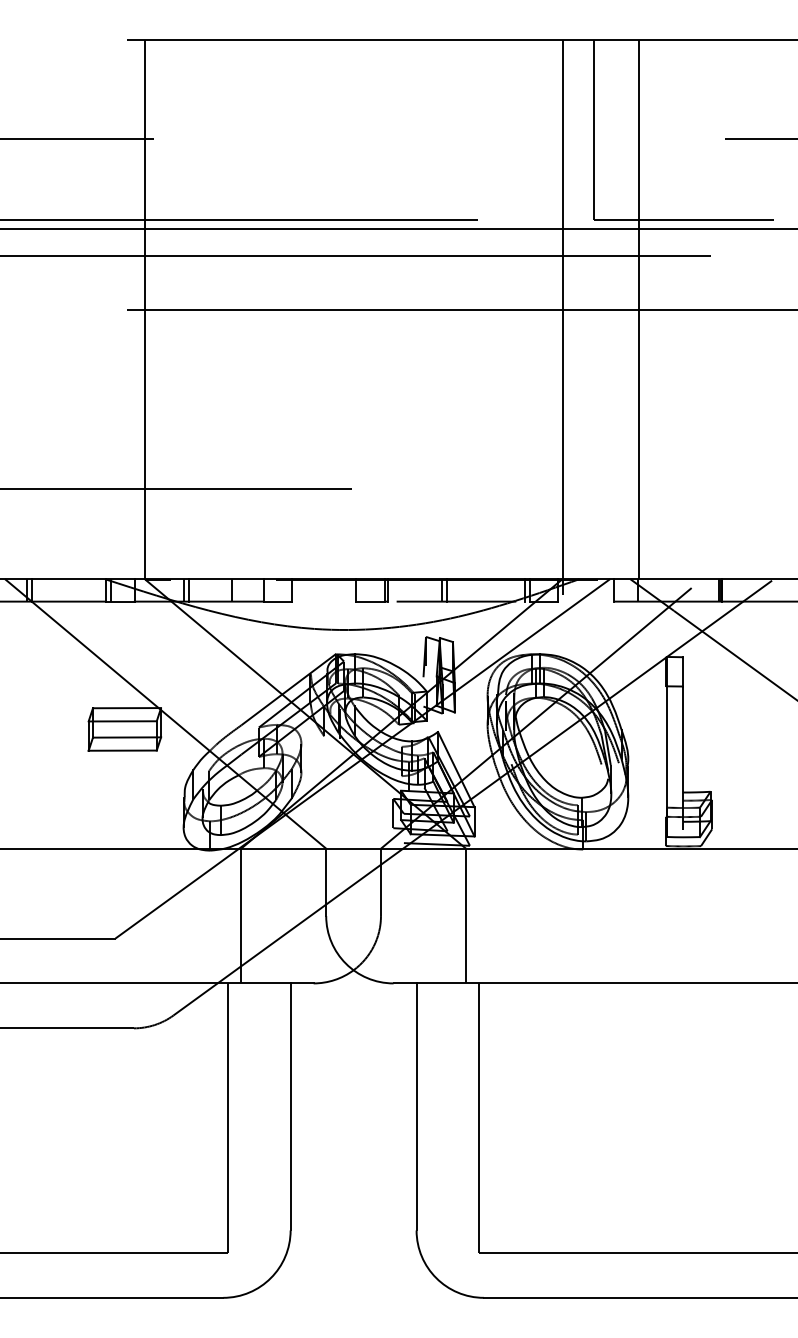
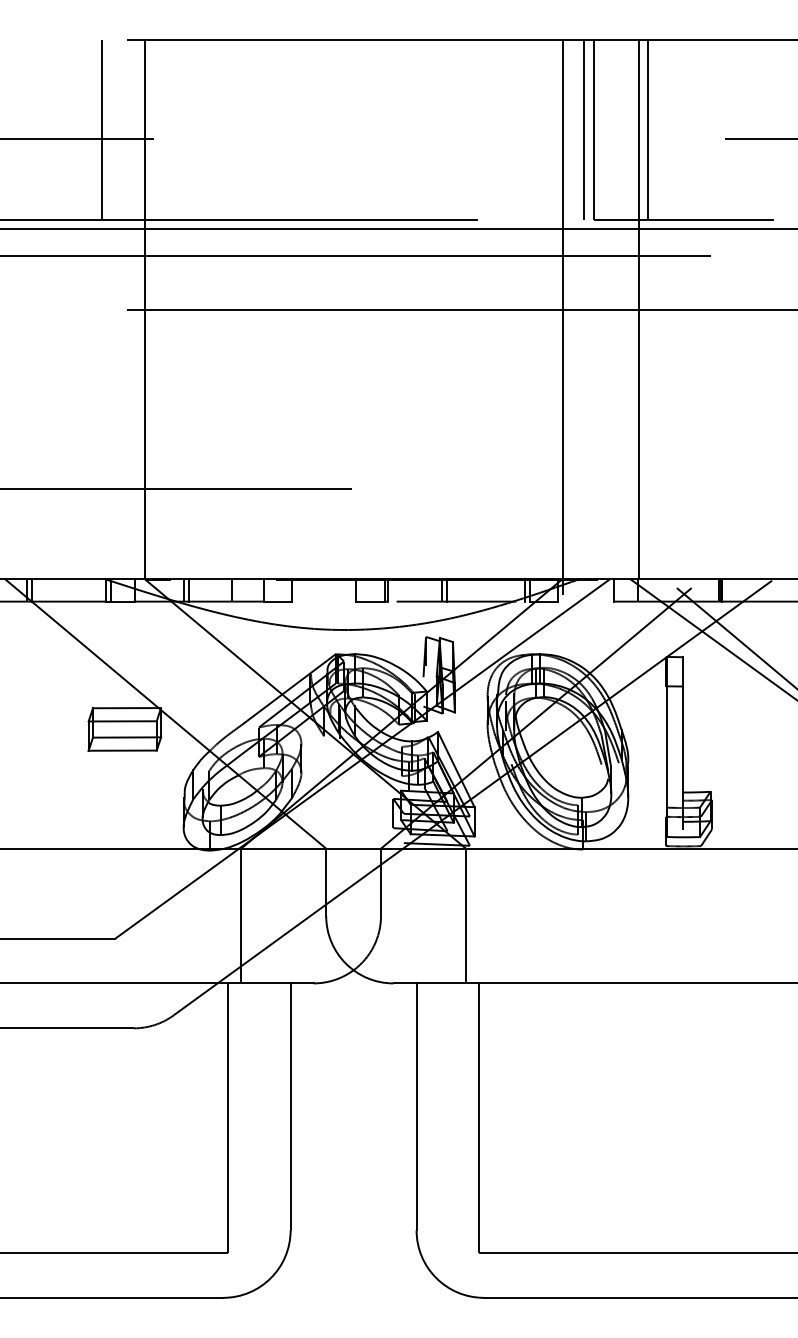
line at (101, 129): none -> present
line at (583, 129): none -> present
line at (648, 129): none -> present
line at (735, 637): none -> present
